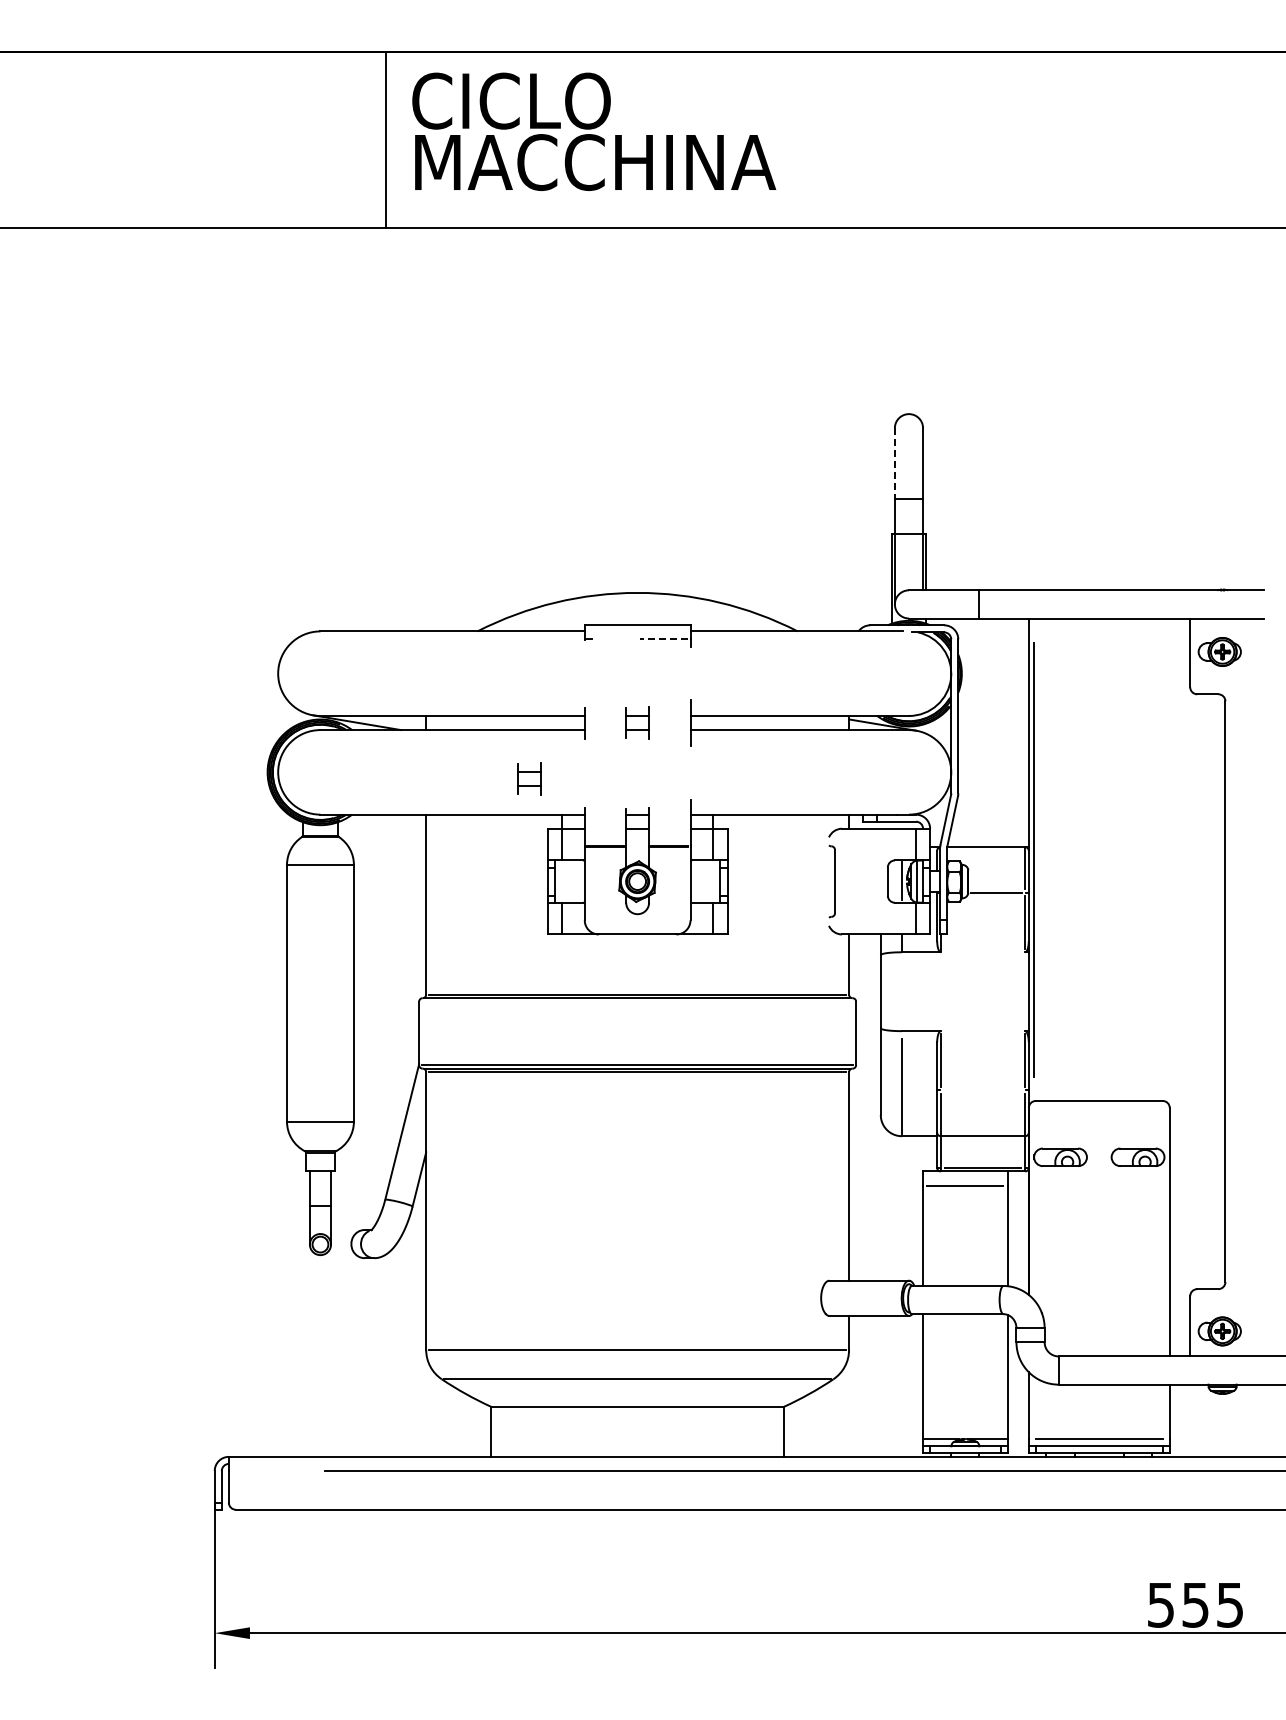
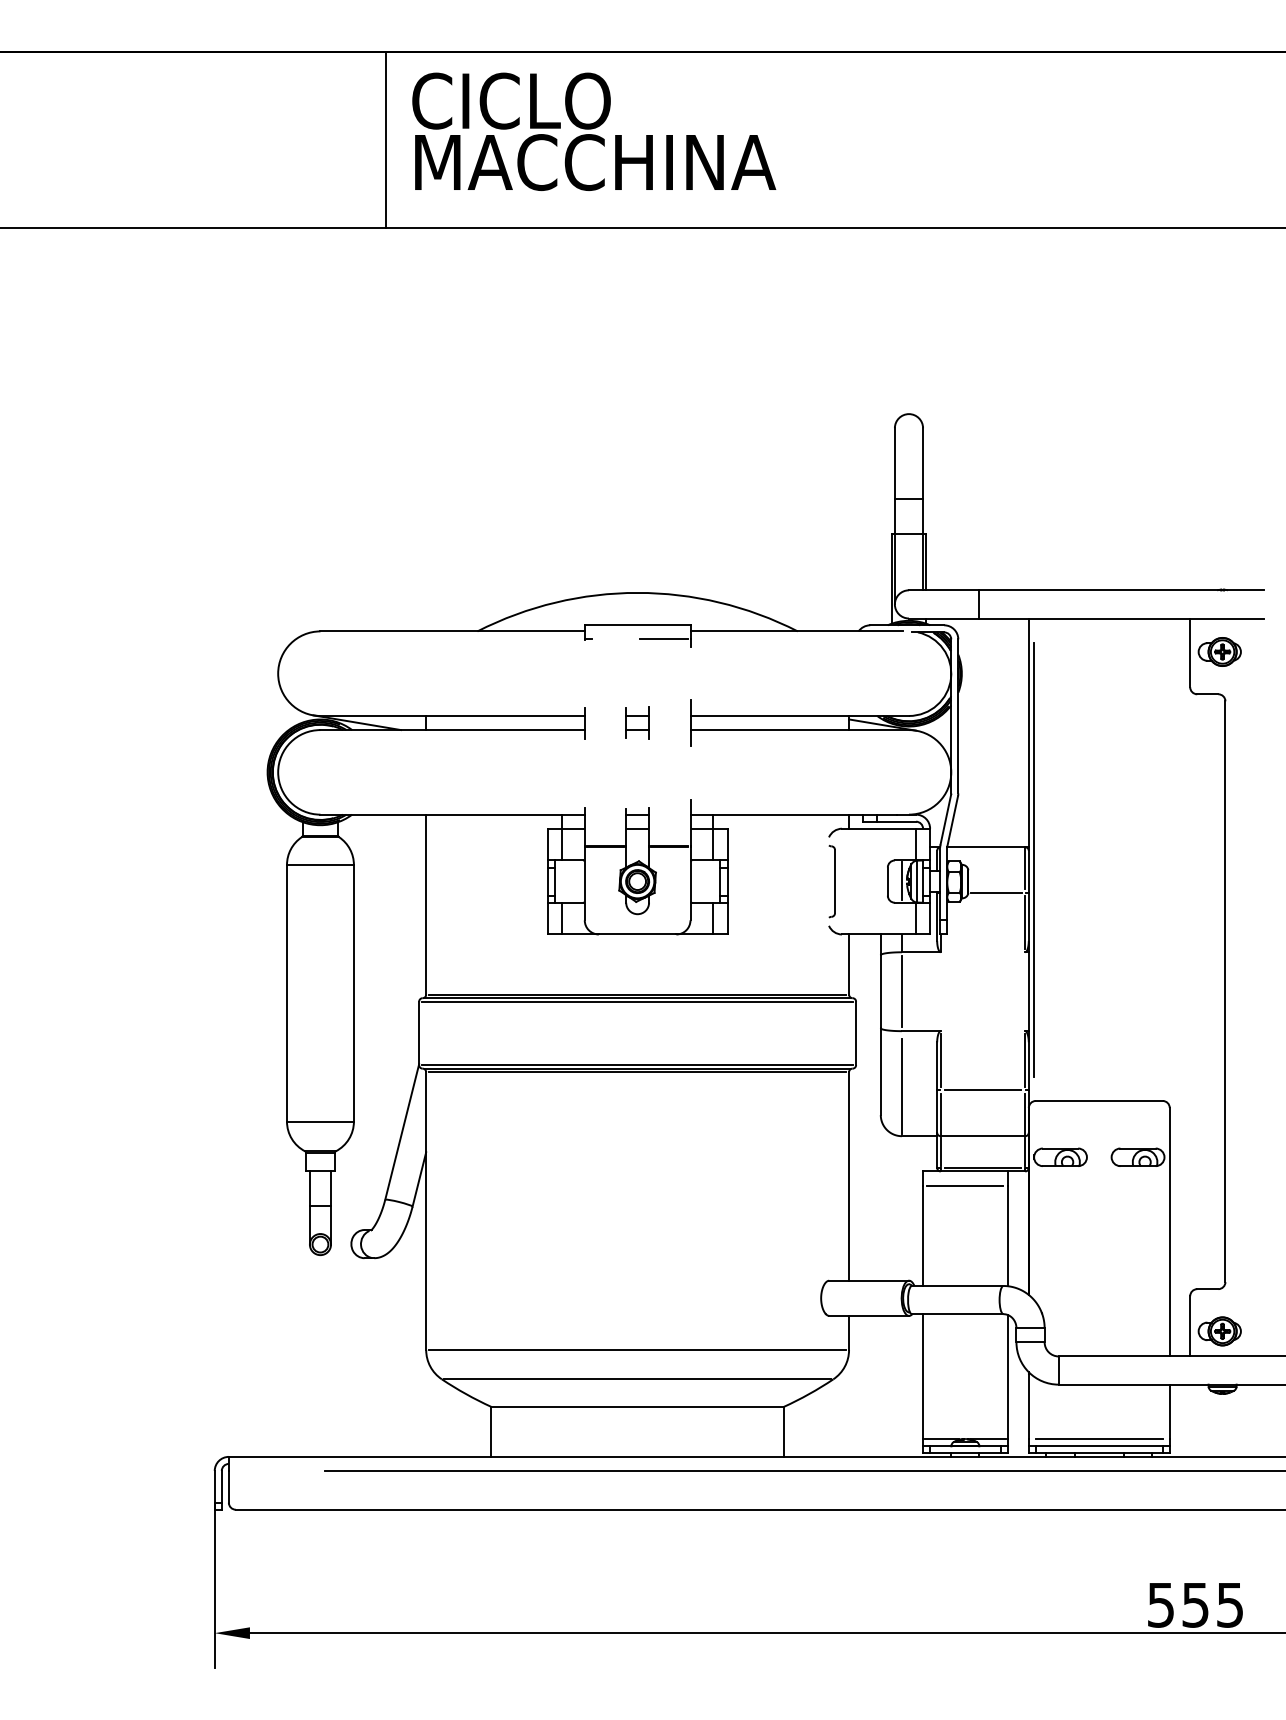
line at (894, 463): dashed -> solid
line at (663, 639): dashed -> solid
part at (529, 778): present -> none
line at (901, 991): none -> present
line at (637, 1001): none -> present
line at (982, 1090): none -> present
